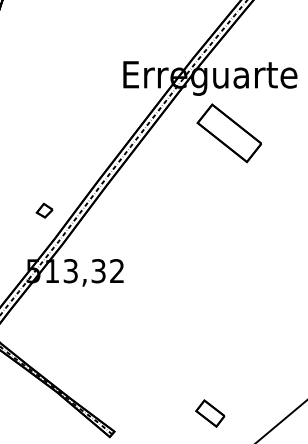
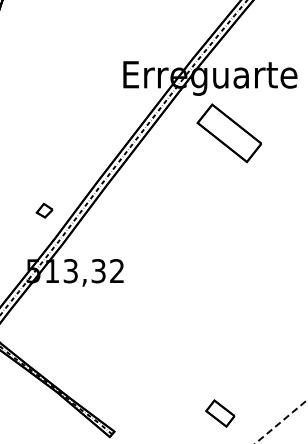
part at (210, 413) position: (210, 413) -> (220, 413)
line at (281, 421): solid -> dashed
